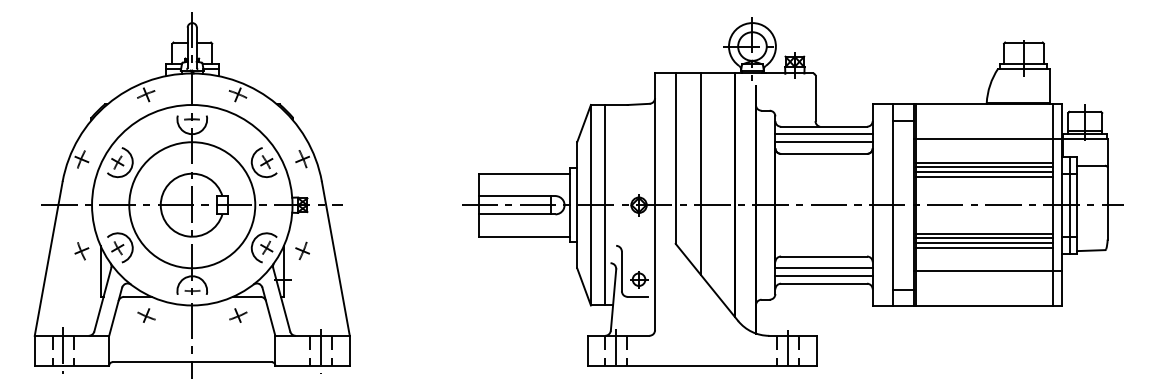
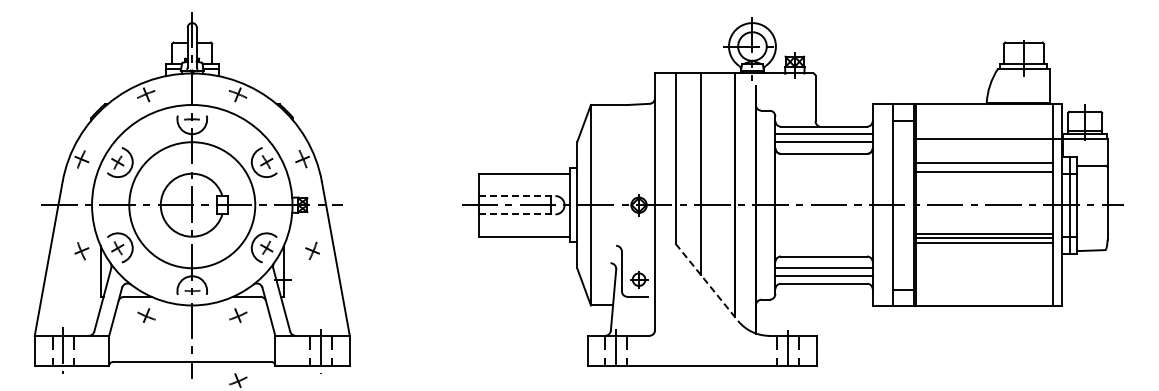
line at (984, 167): present -> none
line at (984, 176): present -> none
line at (517, 196): solid -> dashed
line at (604, 204): present -> none
line at (517, 214): solid -> dashed
line at (984, 247): present -> none
part at (302, 250) position: (302, 250) -> (312, 250)
line at (987, 271): present -> none
line at (706, 282): solid -> dashed
part at (238, 380): none -> present
